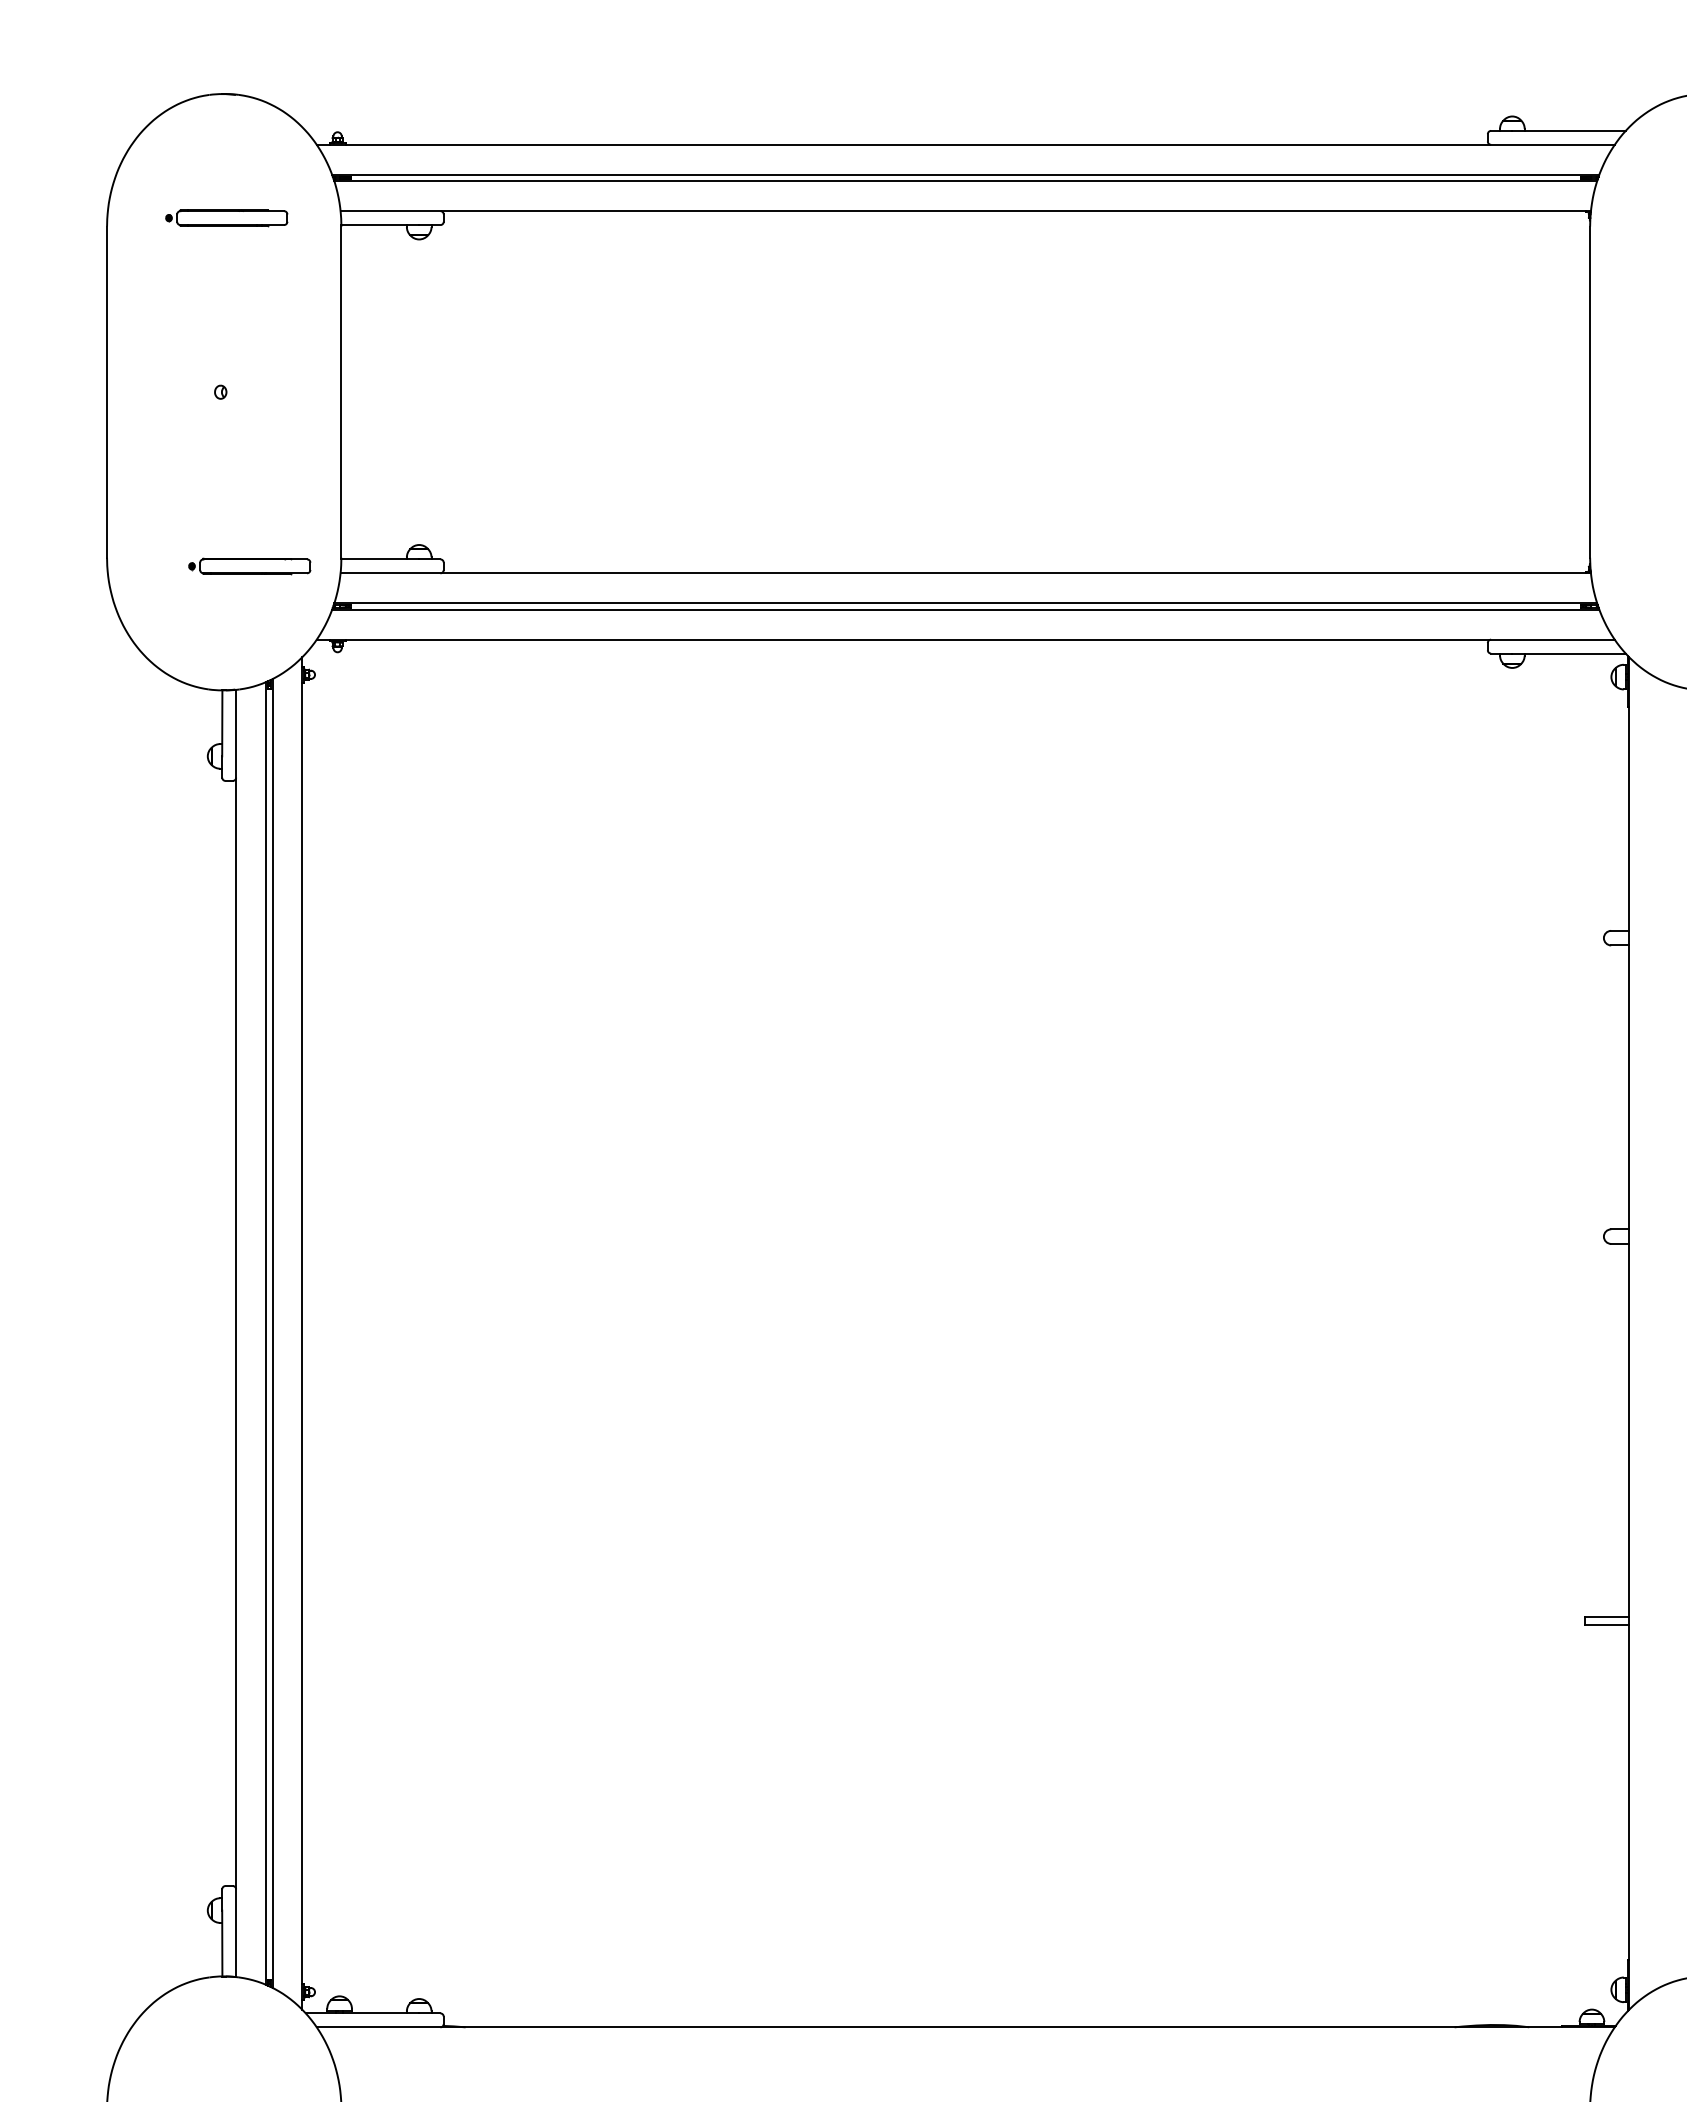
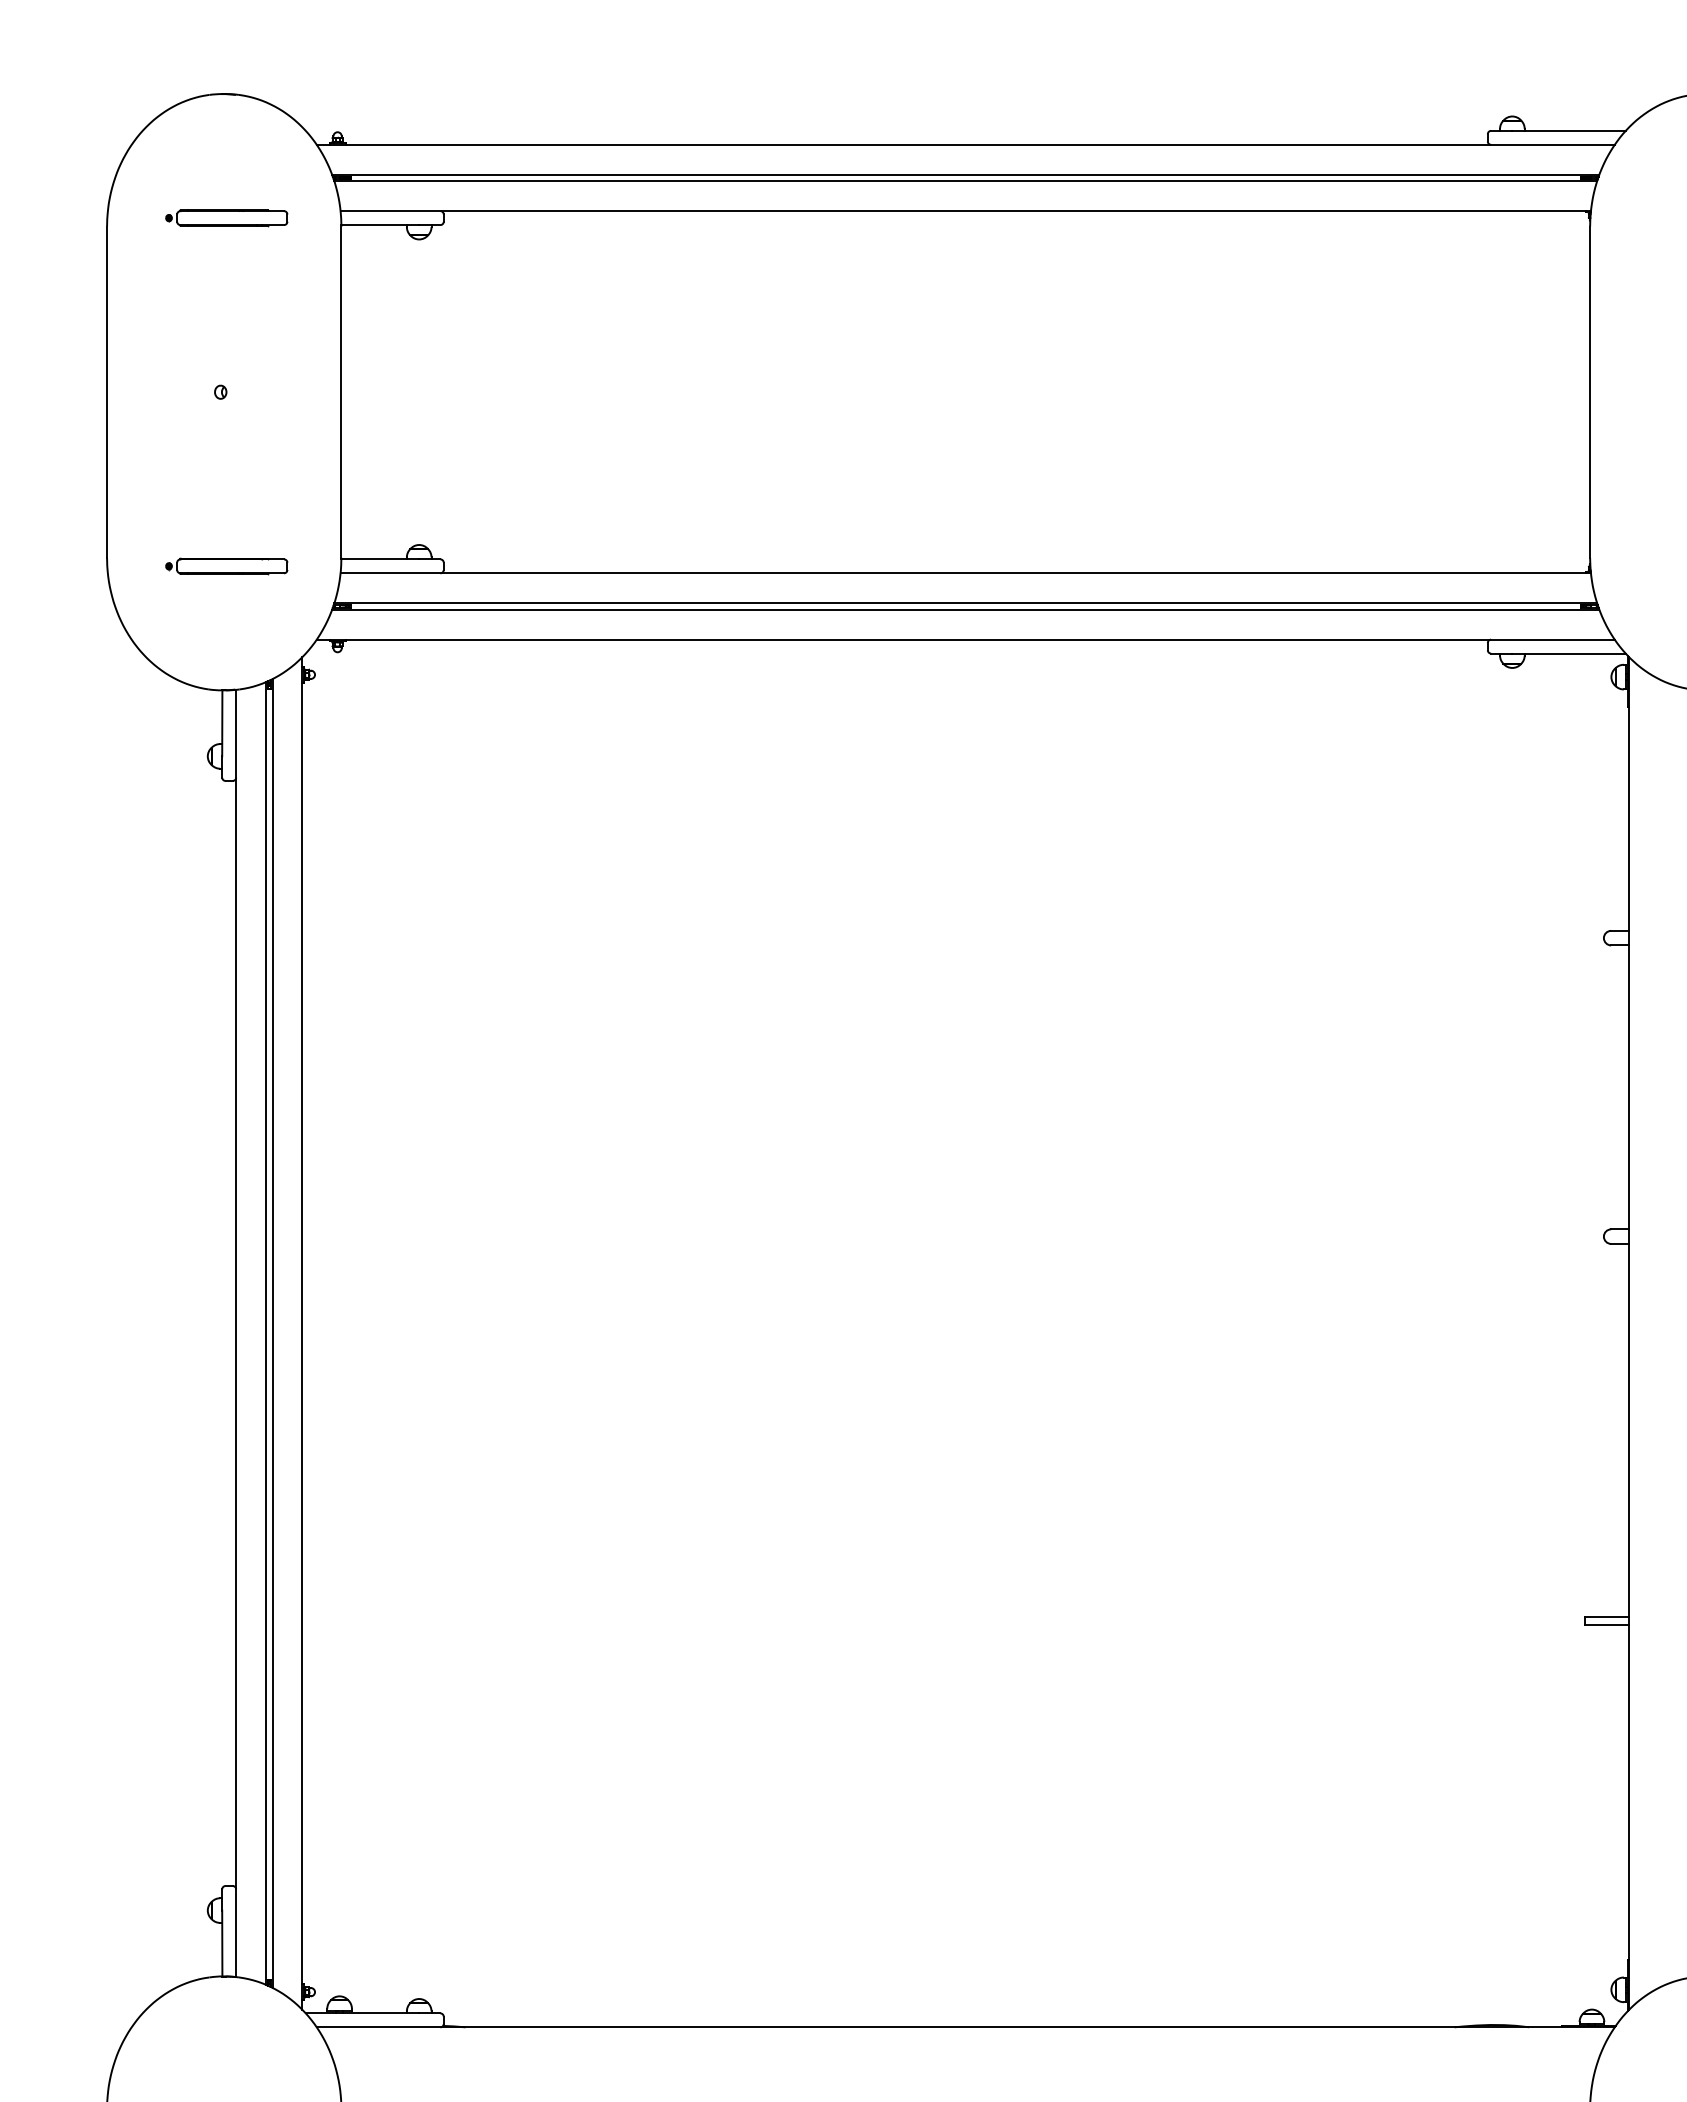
part at (249, 566) position: (249, 566) -> (226, 566)
